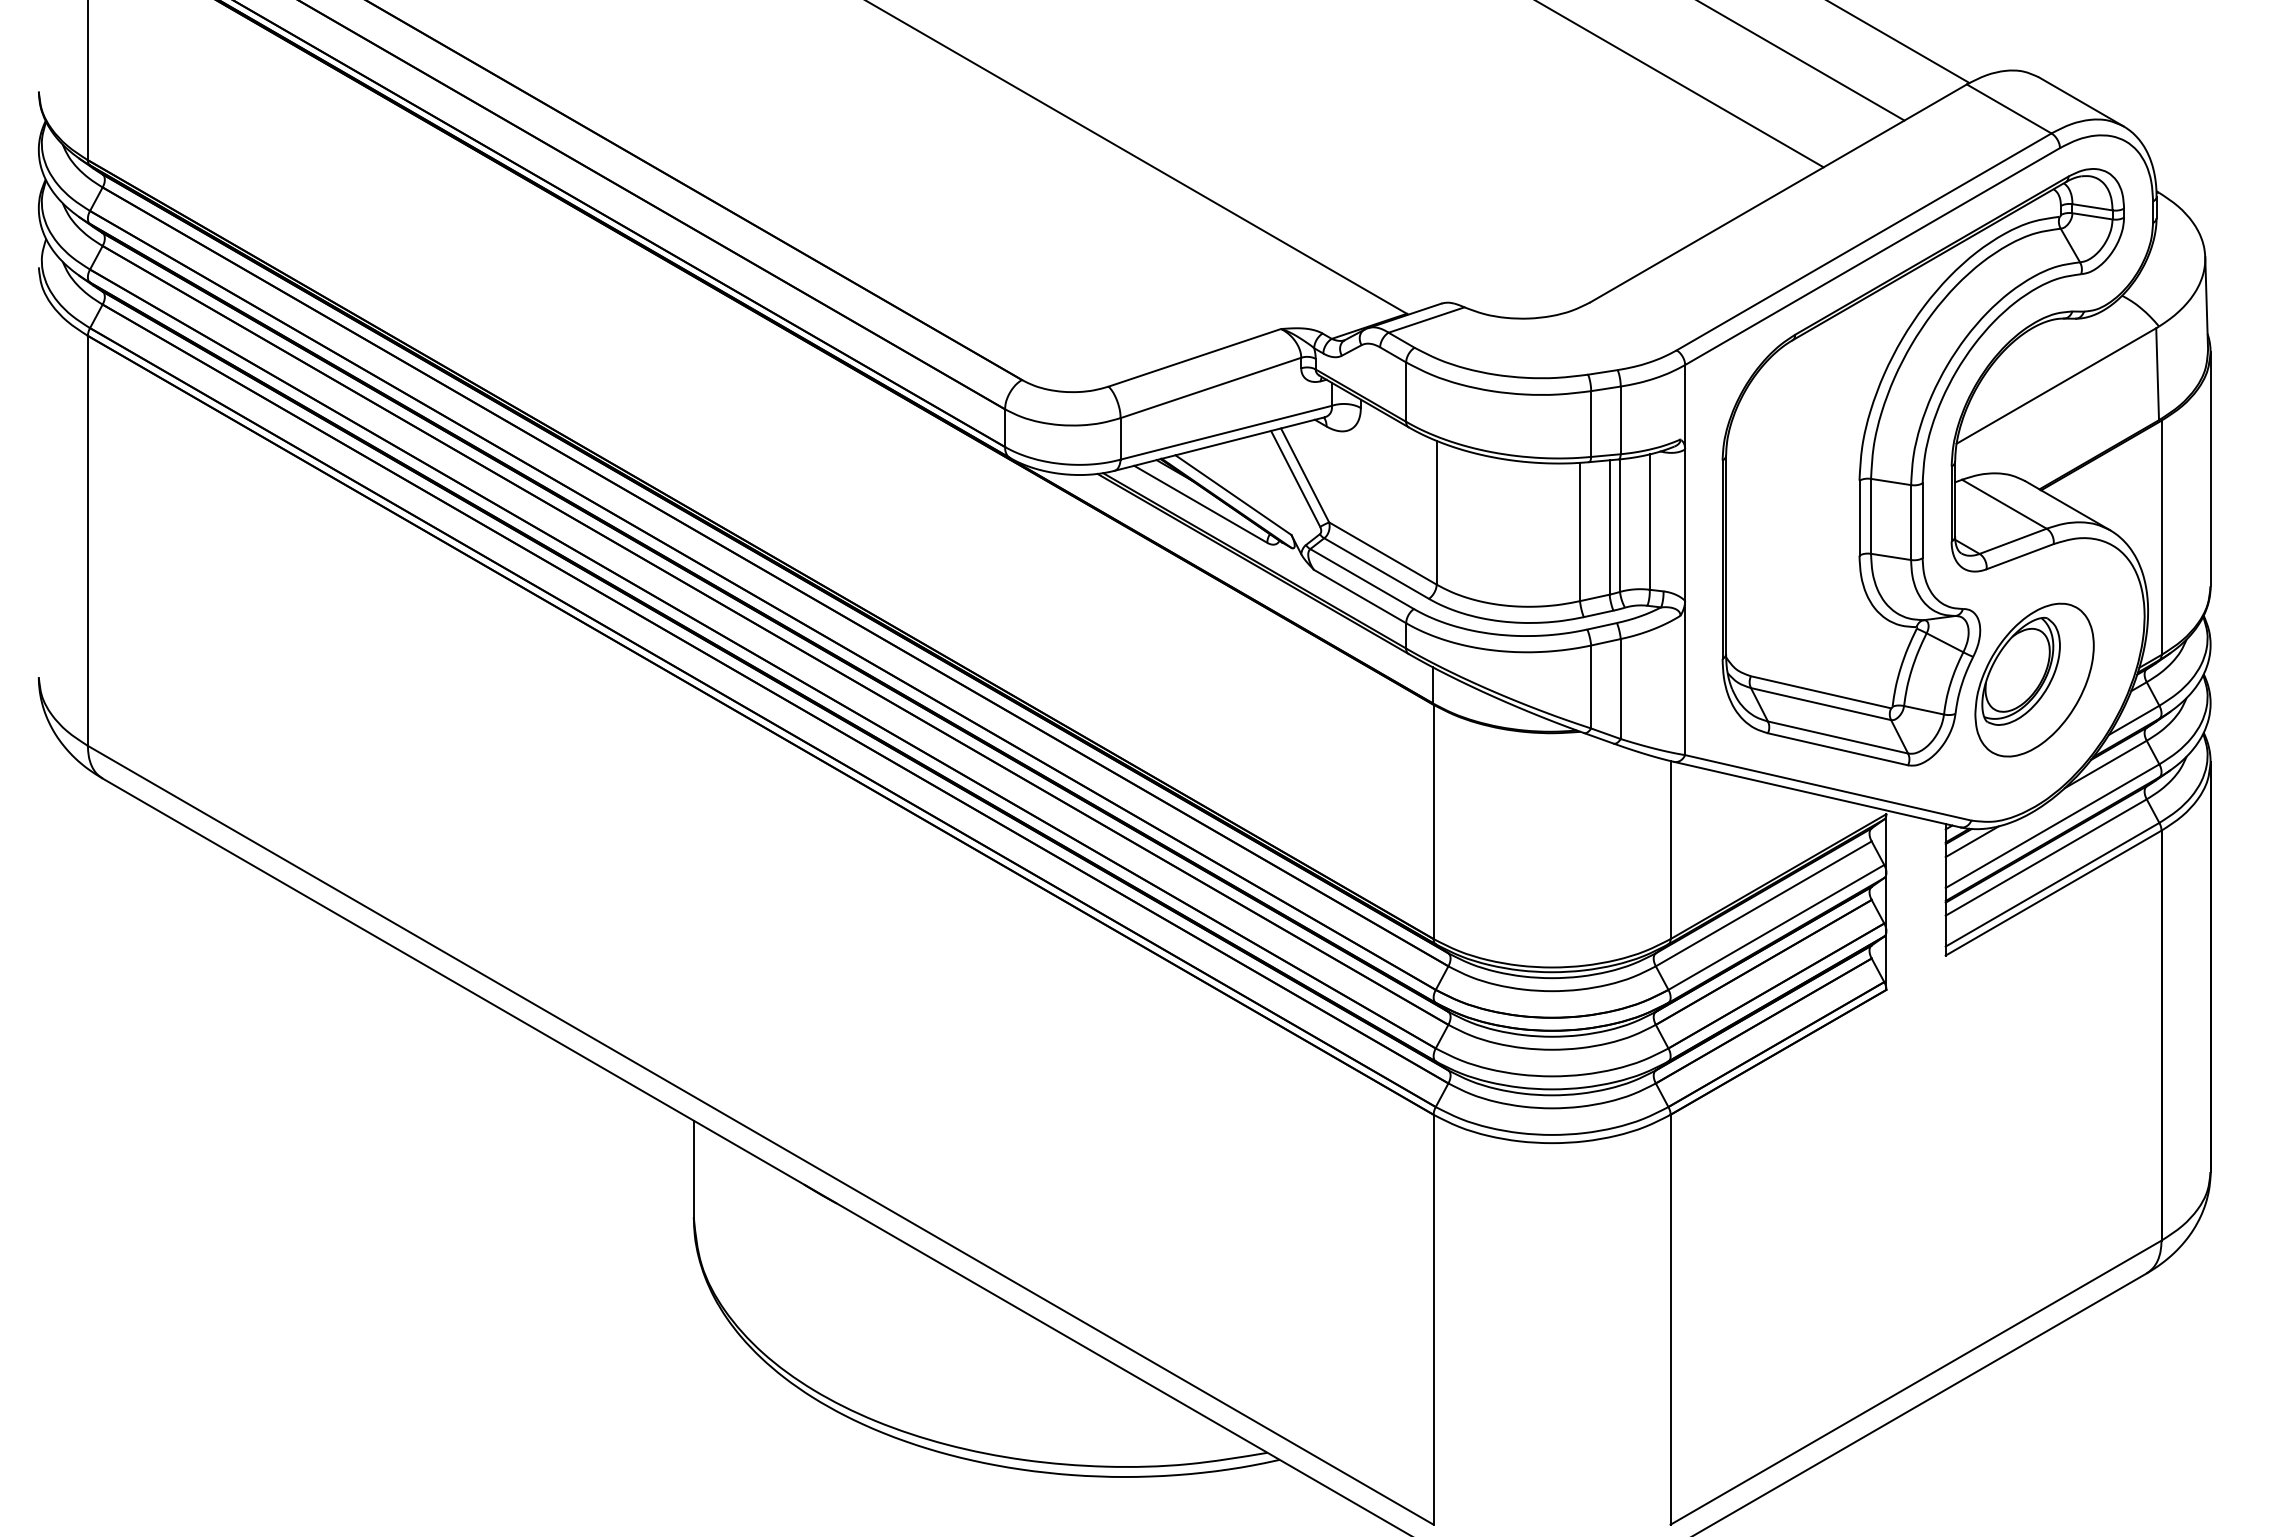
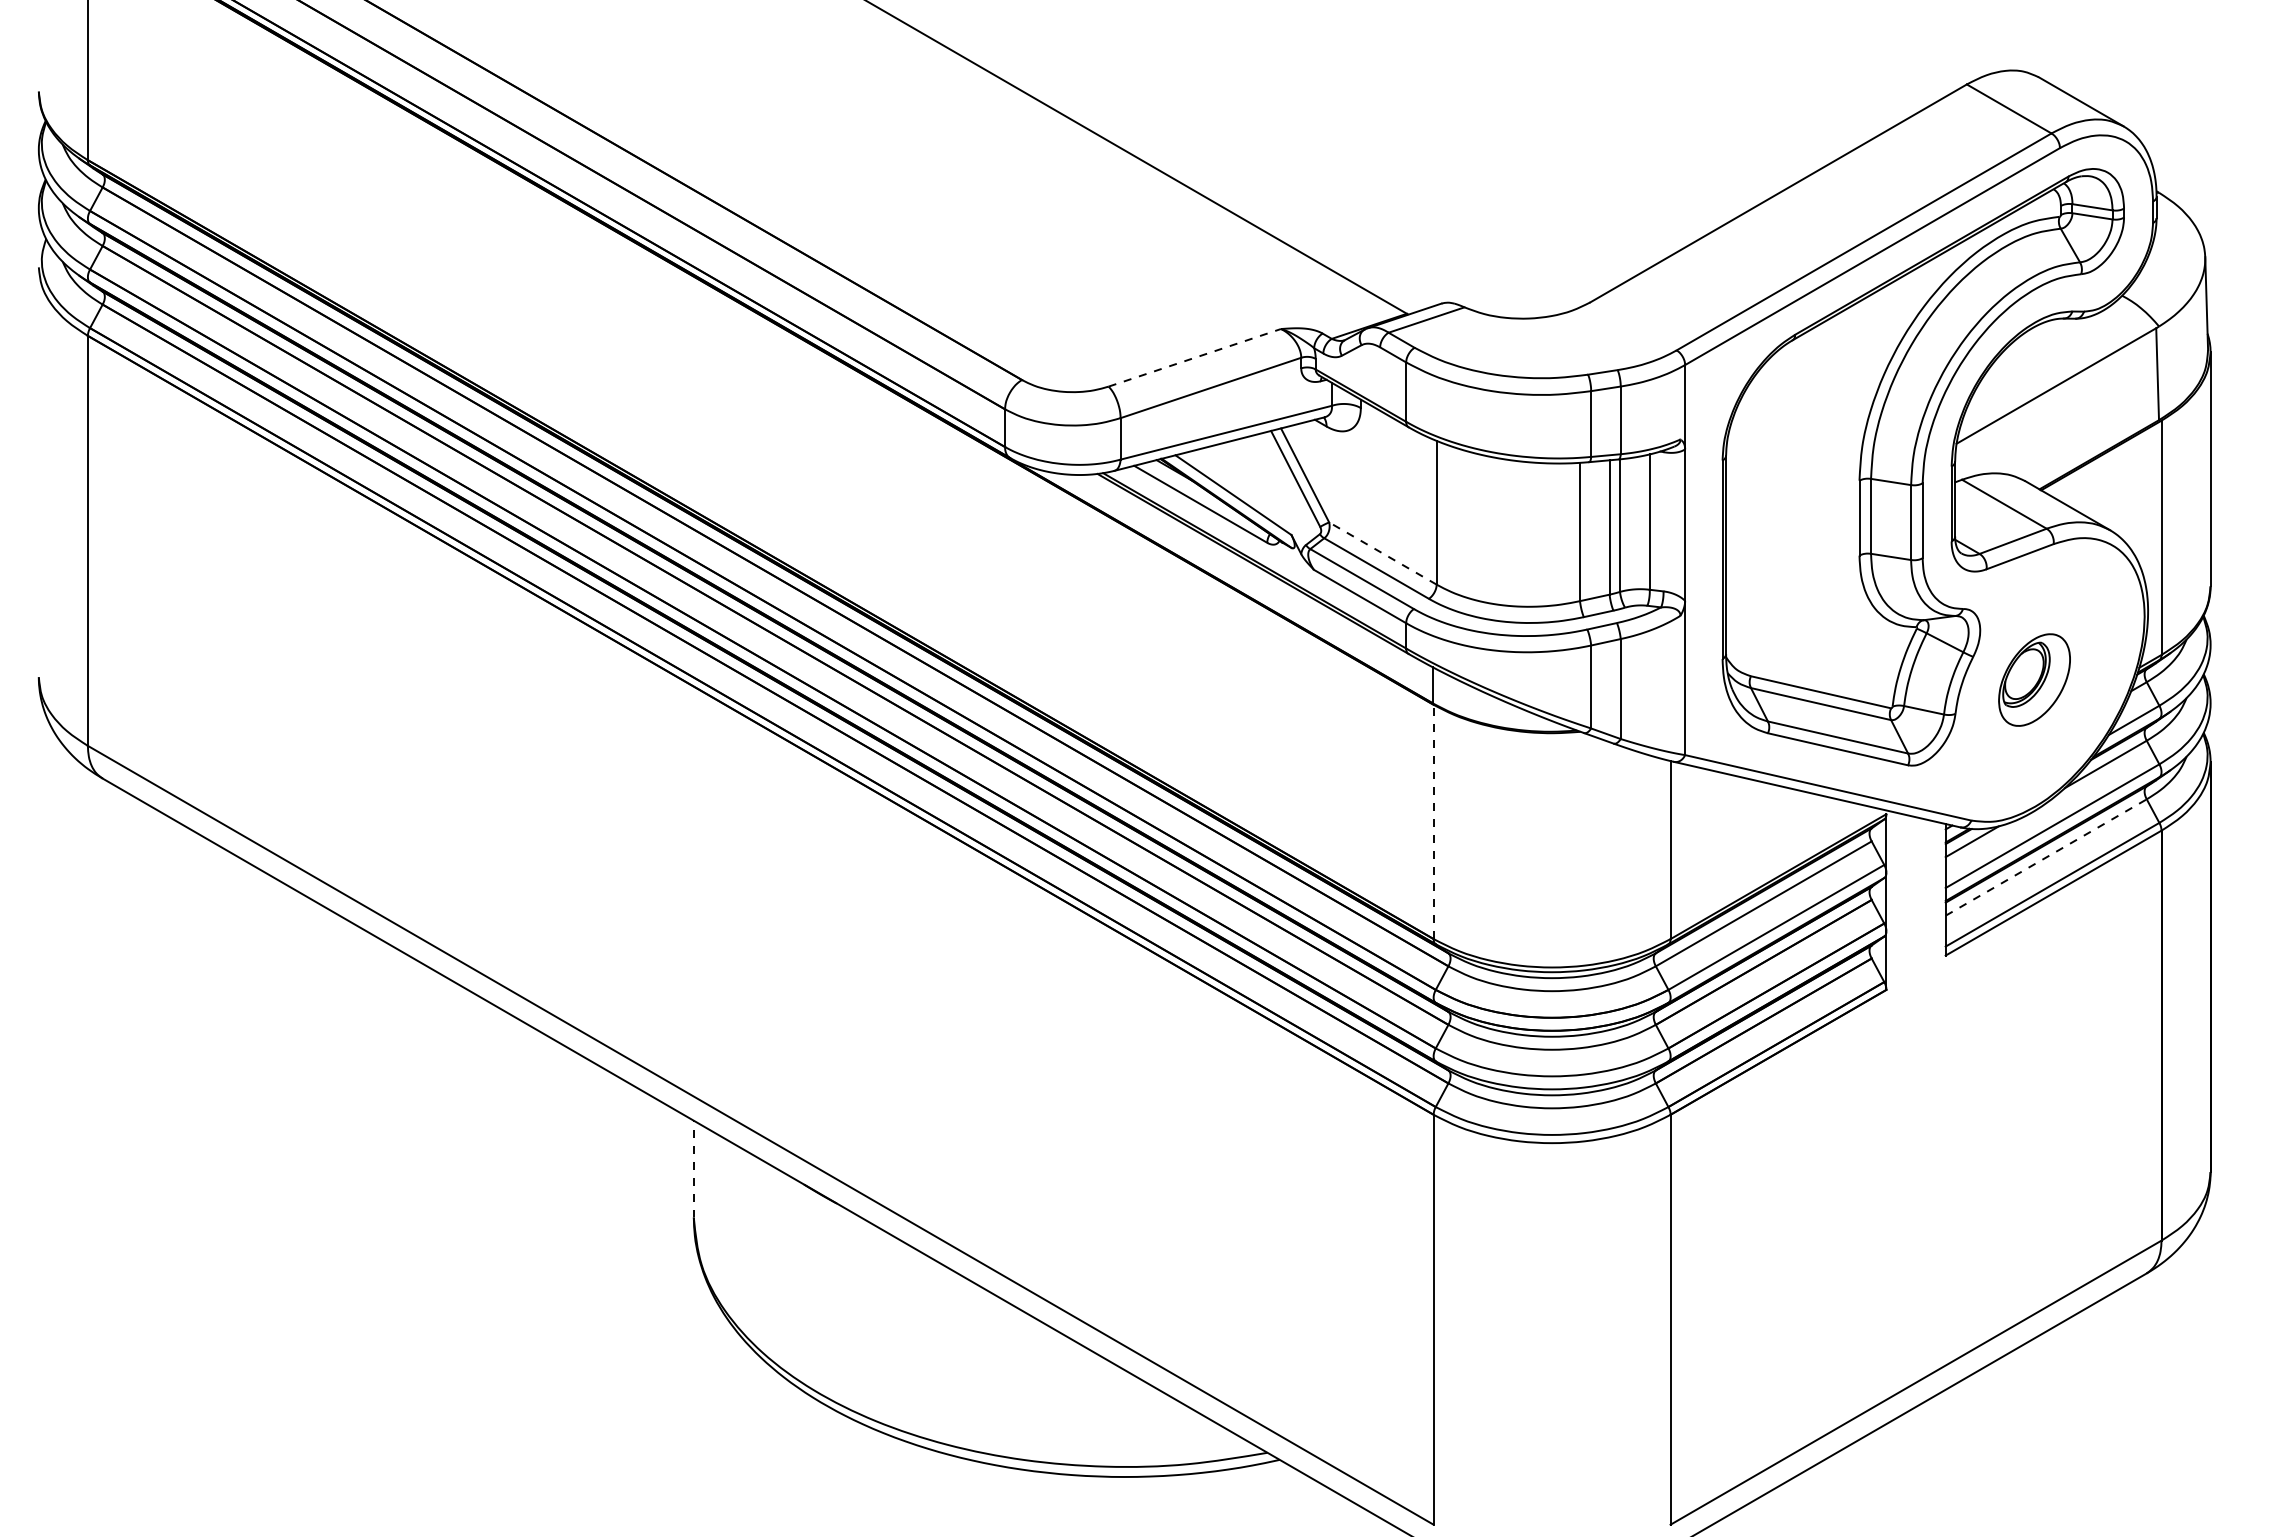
line at (1899, 42): present -> none
line at (1802, 61): present -> none
line at (1680, 84): present -> none
line at (1194, 357): solid -> dashed
line at (1382, 553): solid -> dashed
part at (2034, 679) size: 121x156 px -> 73x94 px
line at (1433, 821): solid -> dashed
line at (2046, 857): solid -> dashed
line at (693, 1168): solid -> dashed
